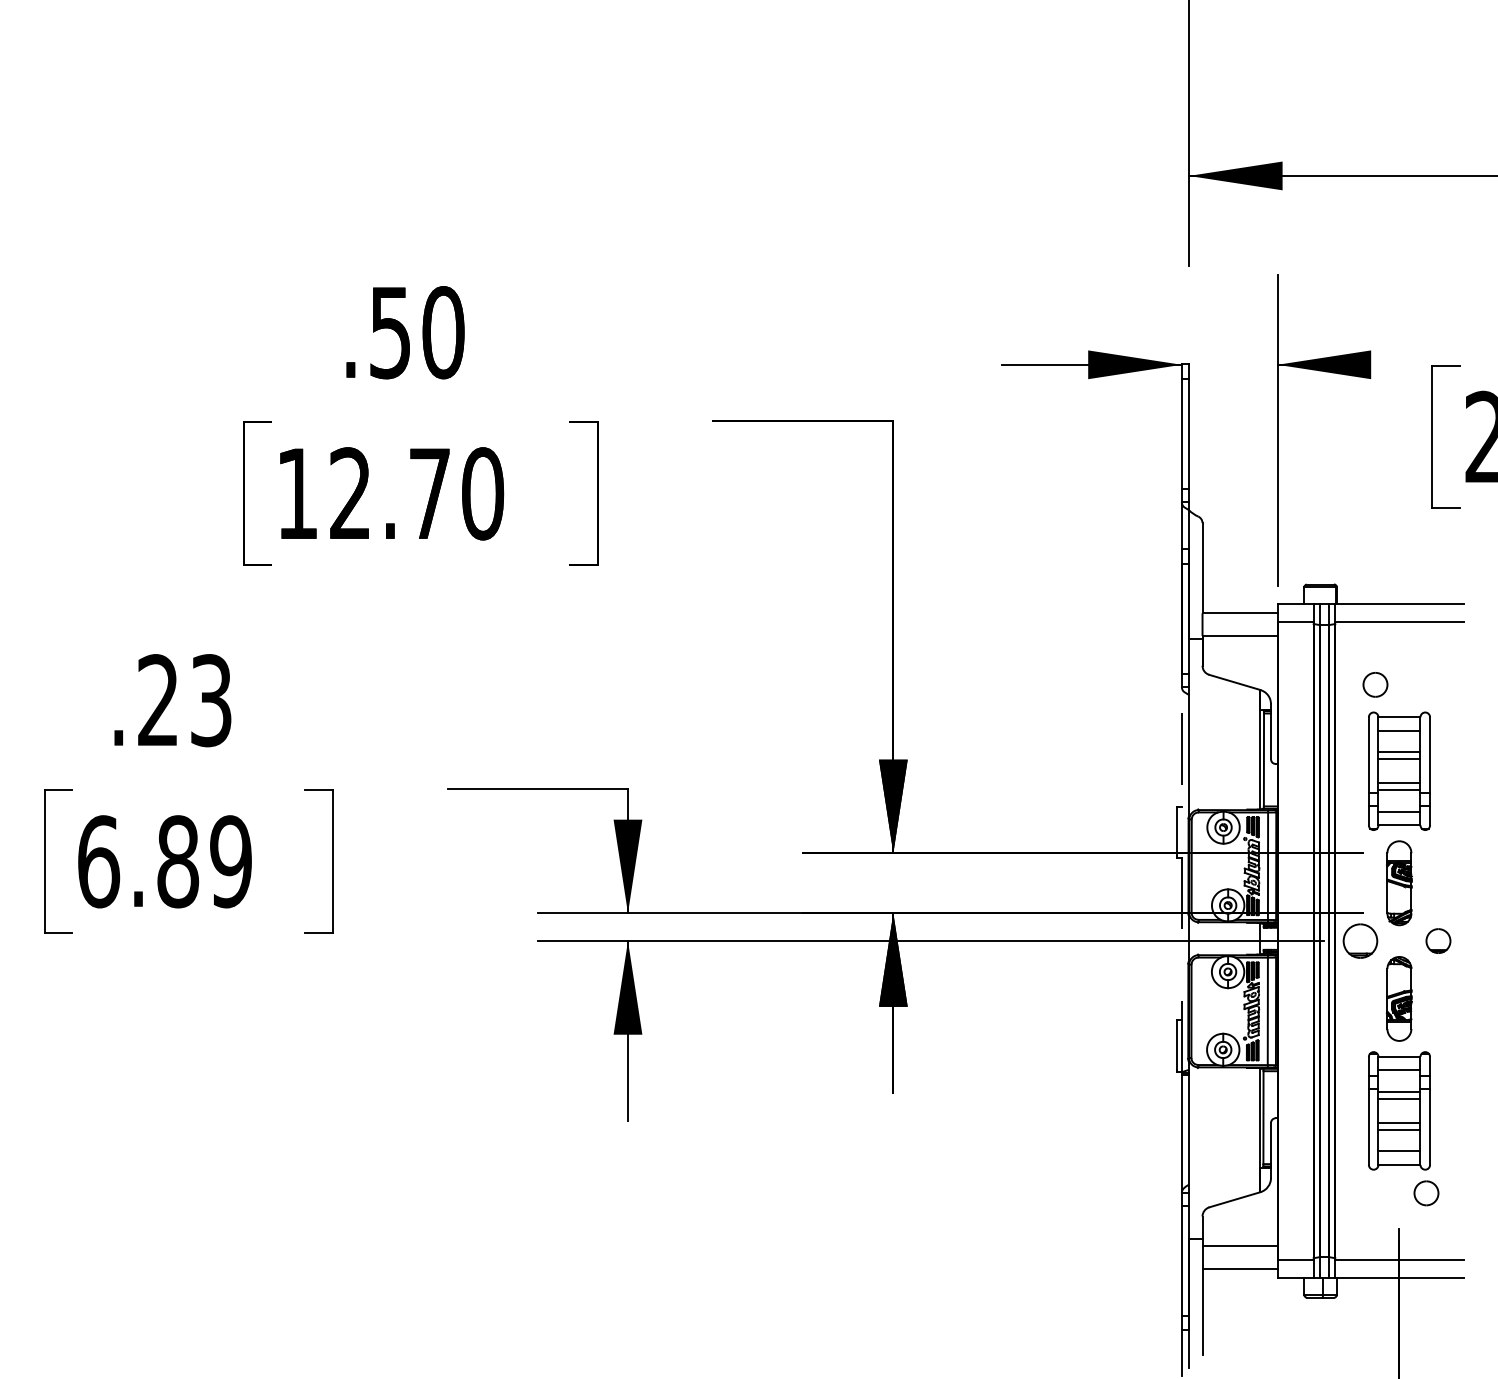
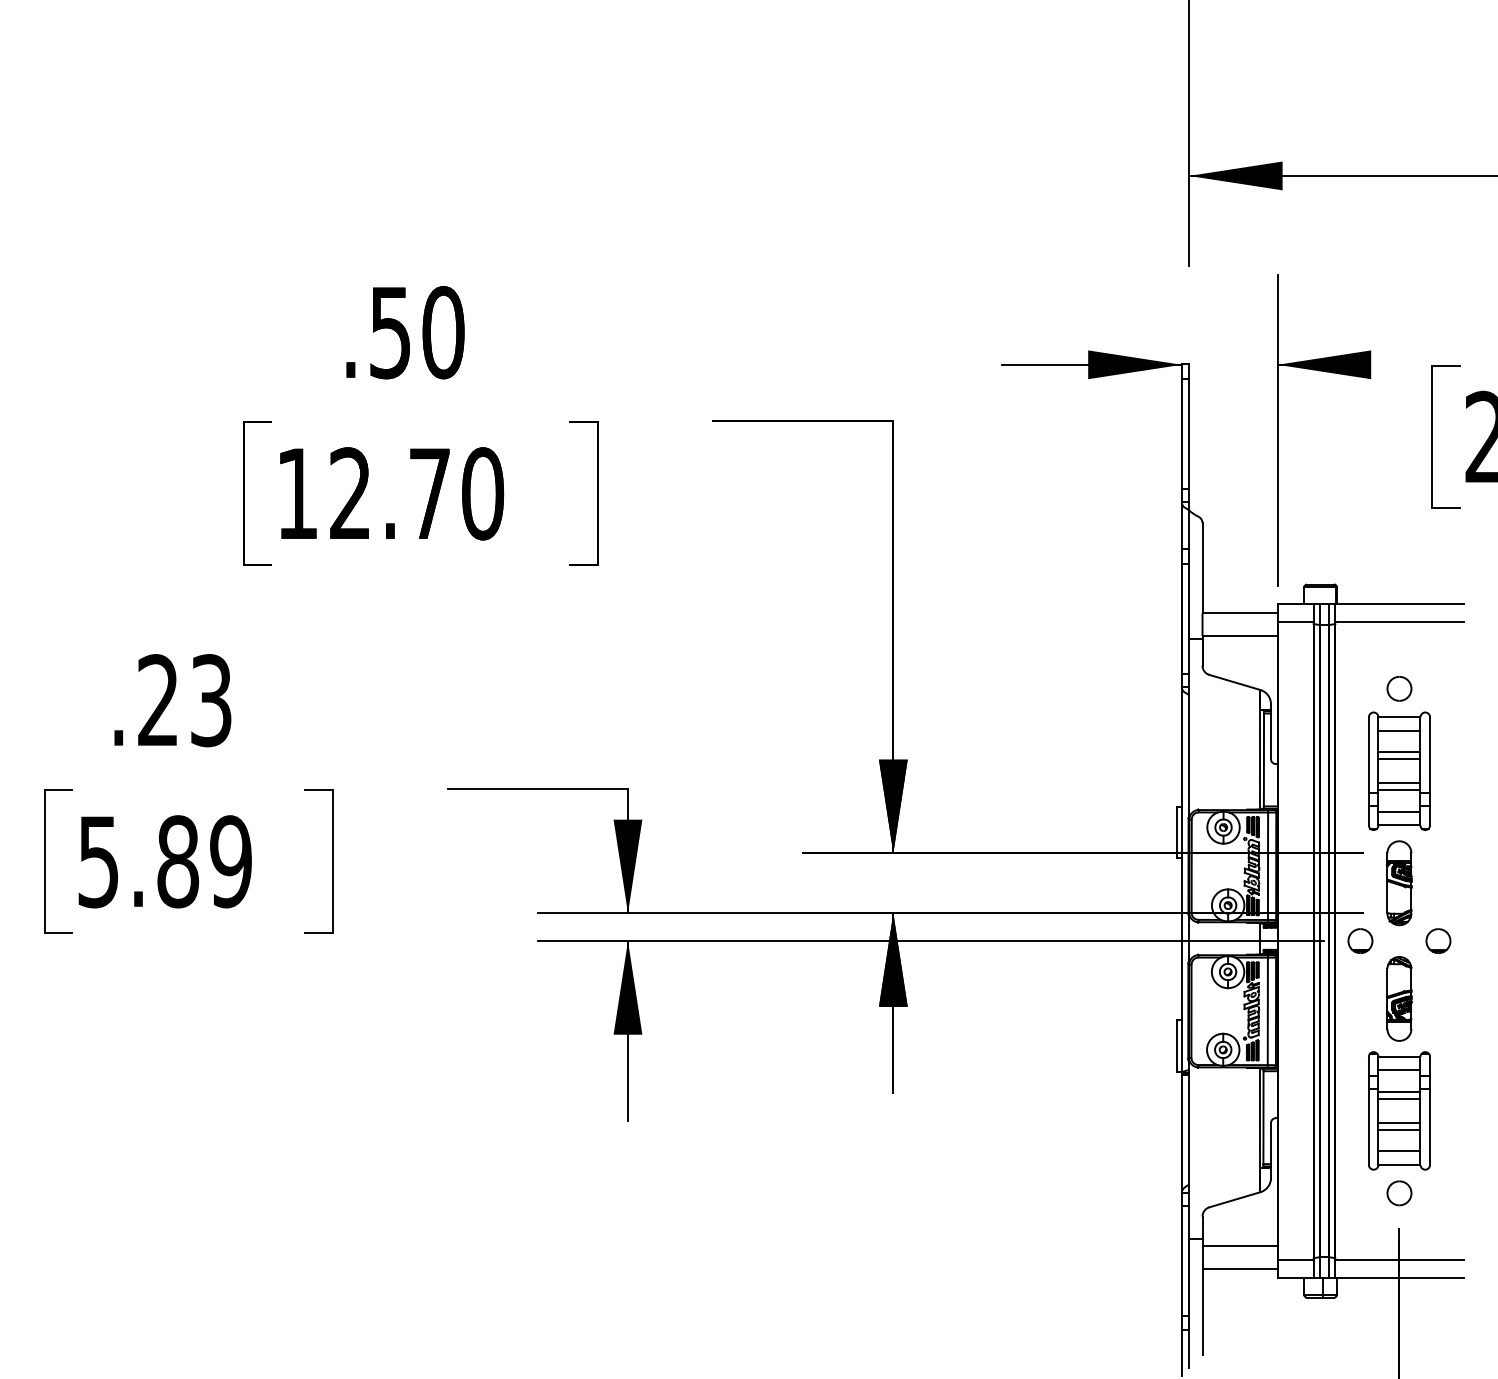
part at (1375, 684) position: (1375, 684) -> (1399, 688)
text at (99, 861): 6.89 -> 5.89
line at (1181, 879): dashed -> solid
part at (1360, 940) size: 37x36 px -> 27x26 px
part at (1426, 1193) position: (1426, 1193) -> (1399, 1193)
